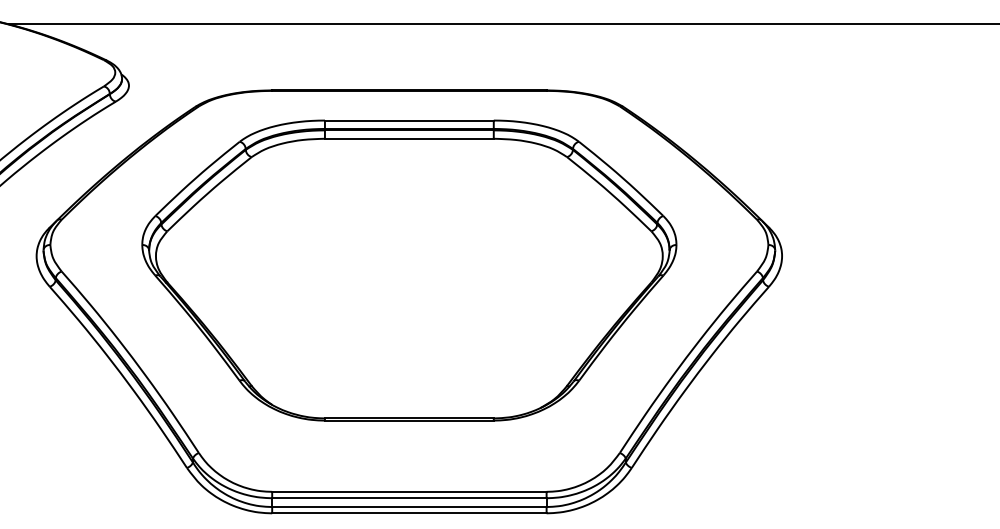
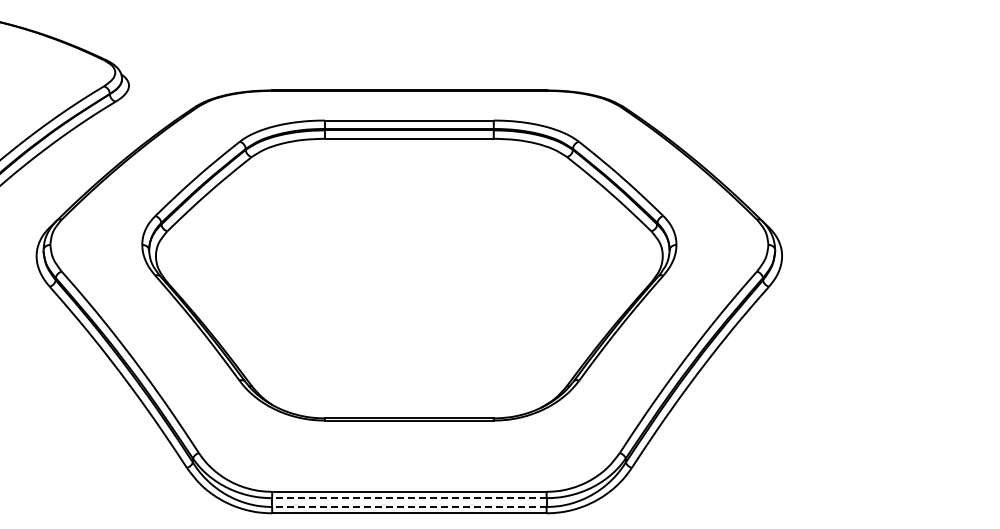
line at (501, 24): present -> none
line at (408, 498): solid -> dashed
line at (408, 507): solid -> dashed
